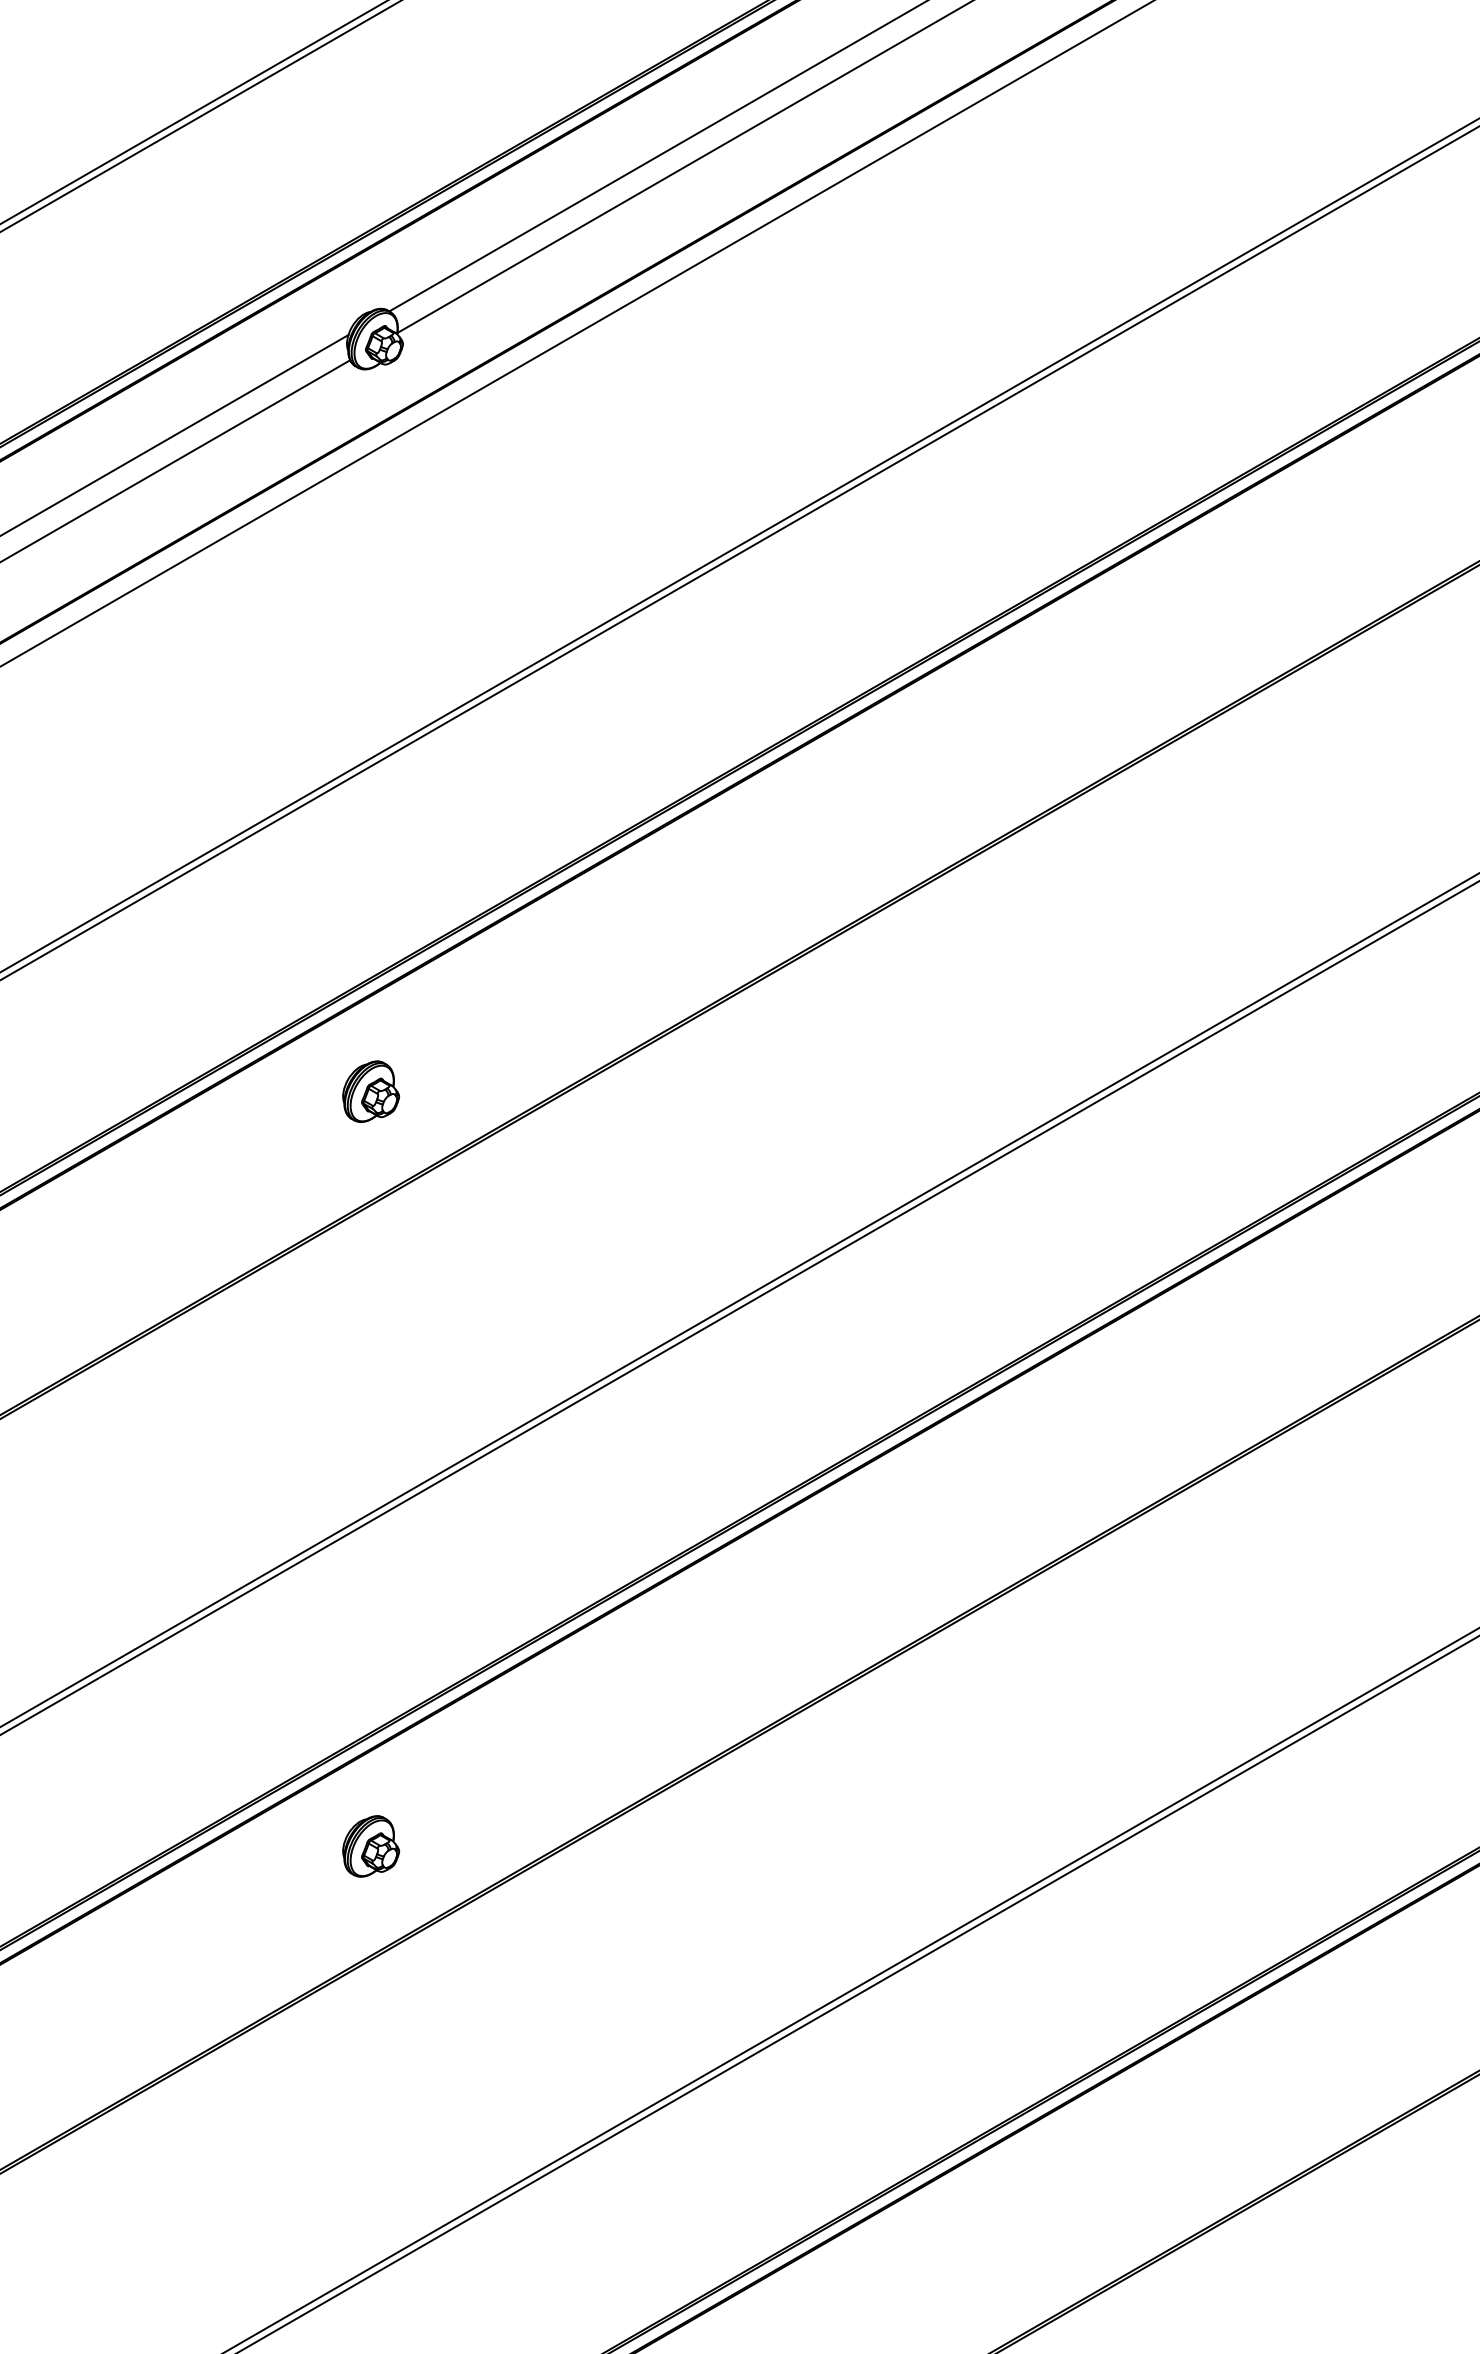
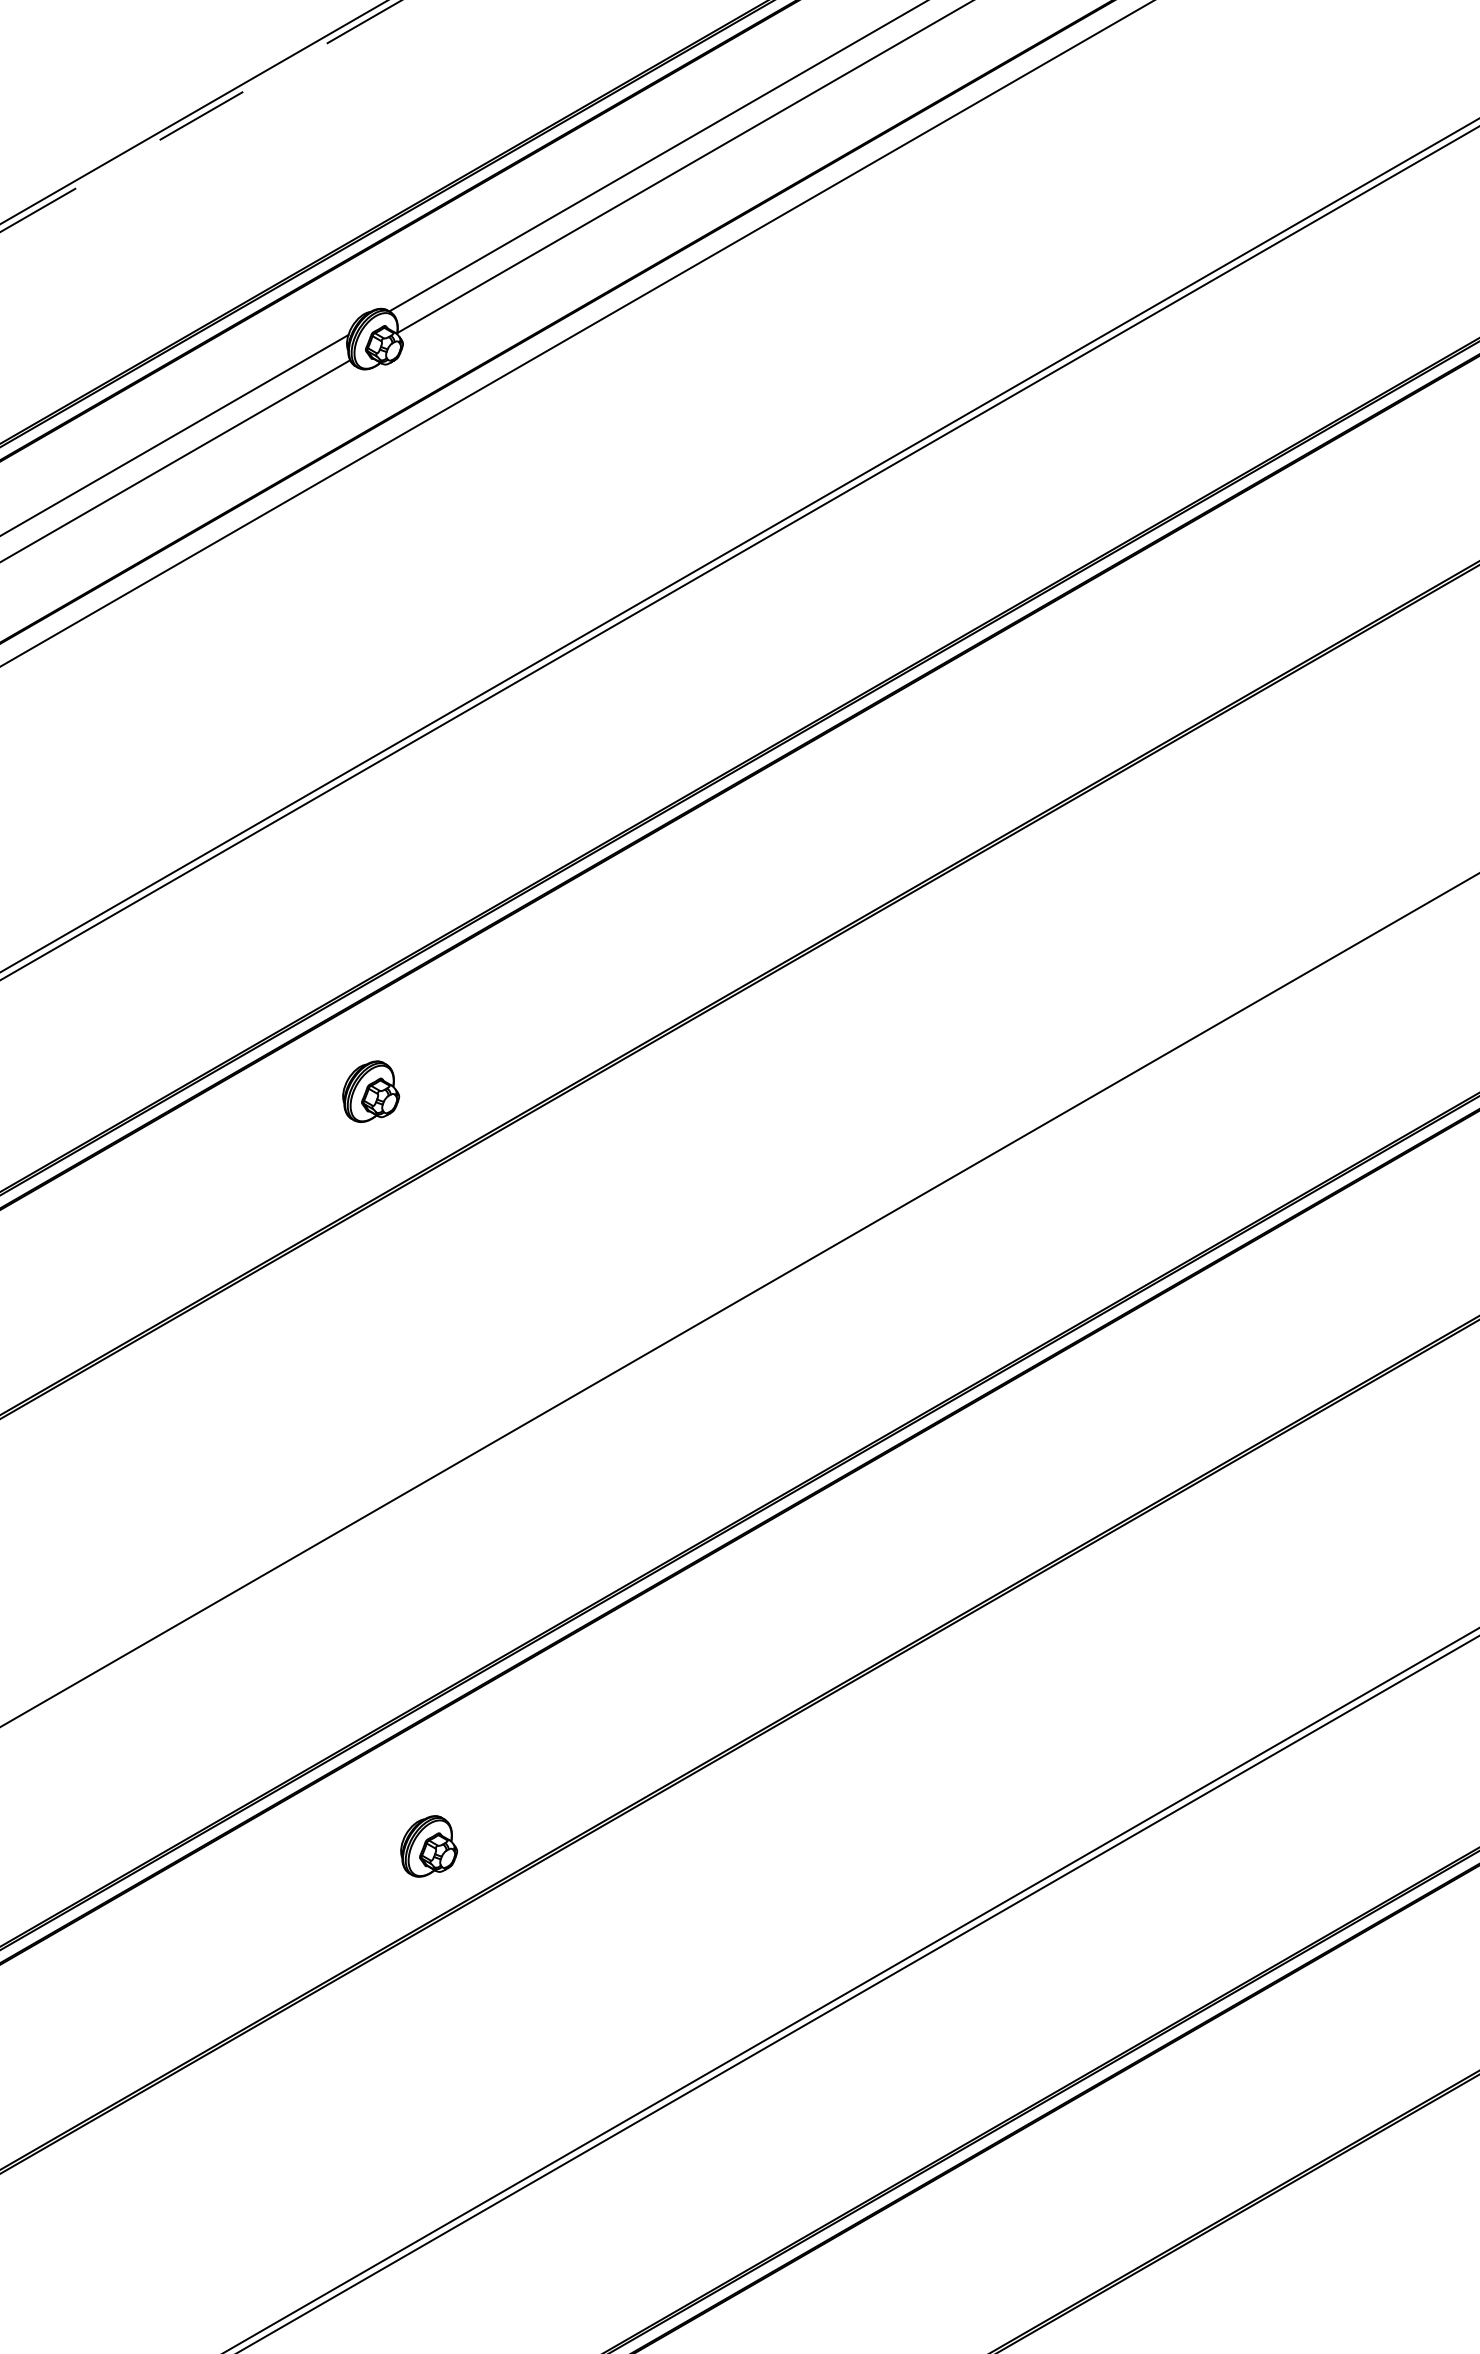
line at (201, 116): solid -> dashed
line at (739, 1307): present -> none
part at (371, 1846) position: (371, 1846) -> (429, 1846)
